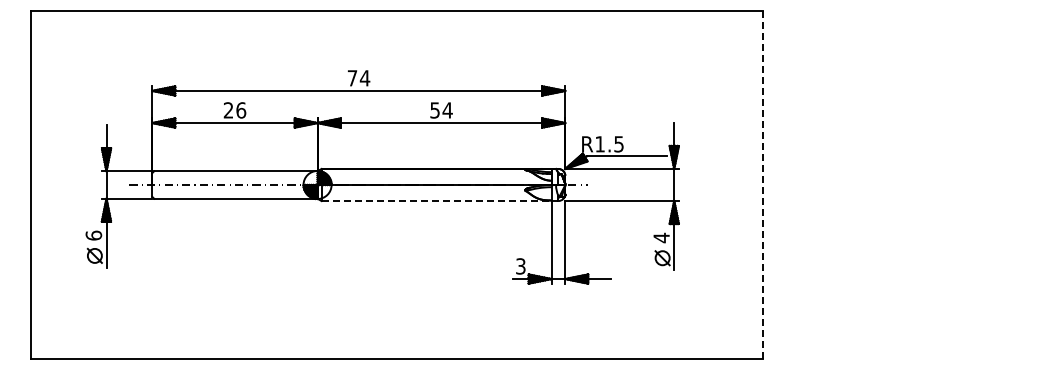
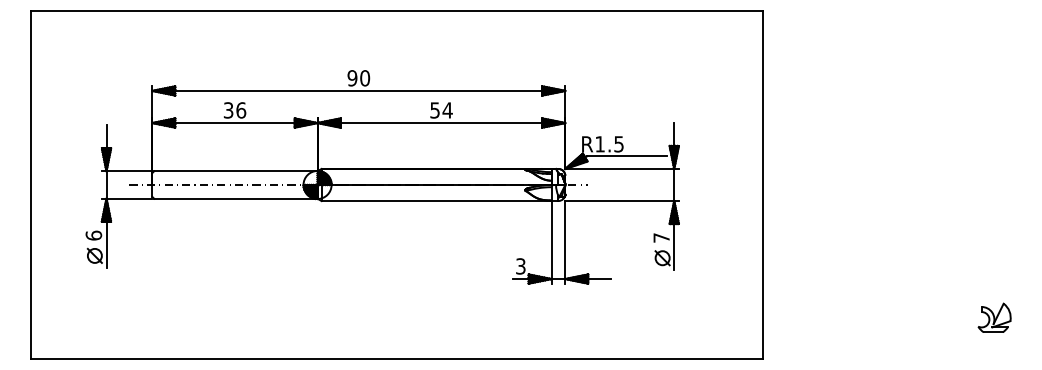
text at (358, 78): 74 -> 90
text at (228, 110): 26 -> 36
line at (763, 184): dashed -> solid
line at (440, 201): dashed -> solid
text at (661, 237): 4 -> 7
part at (994, 317): none -> present
